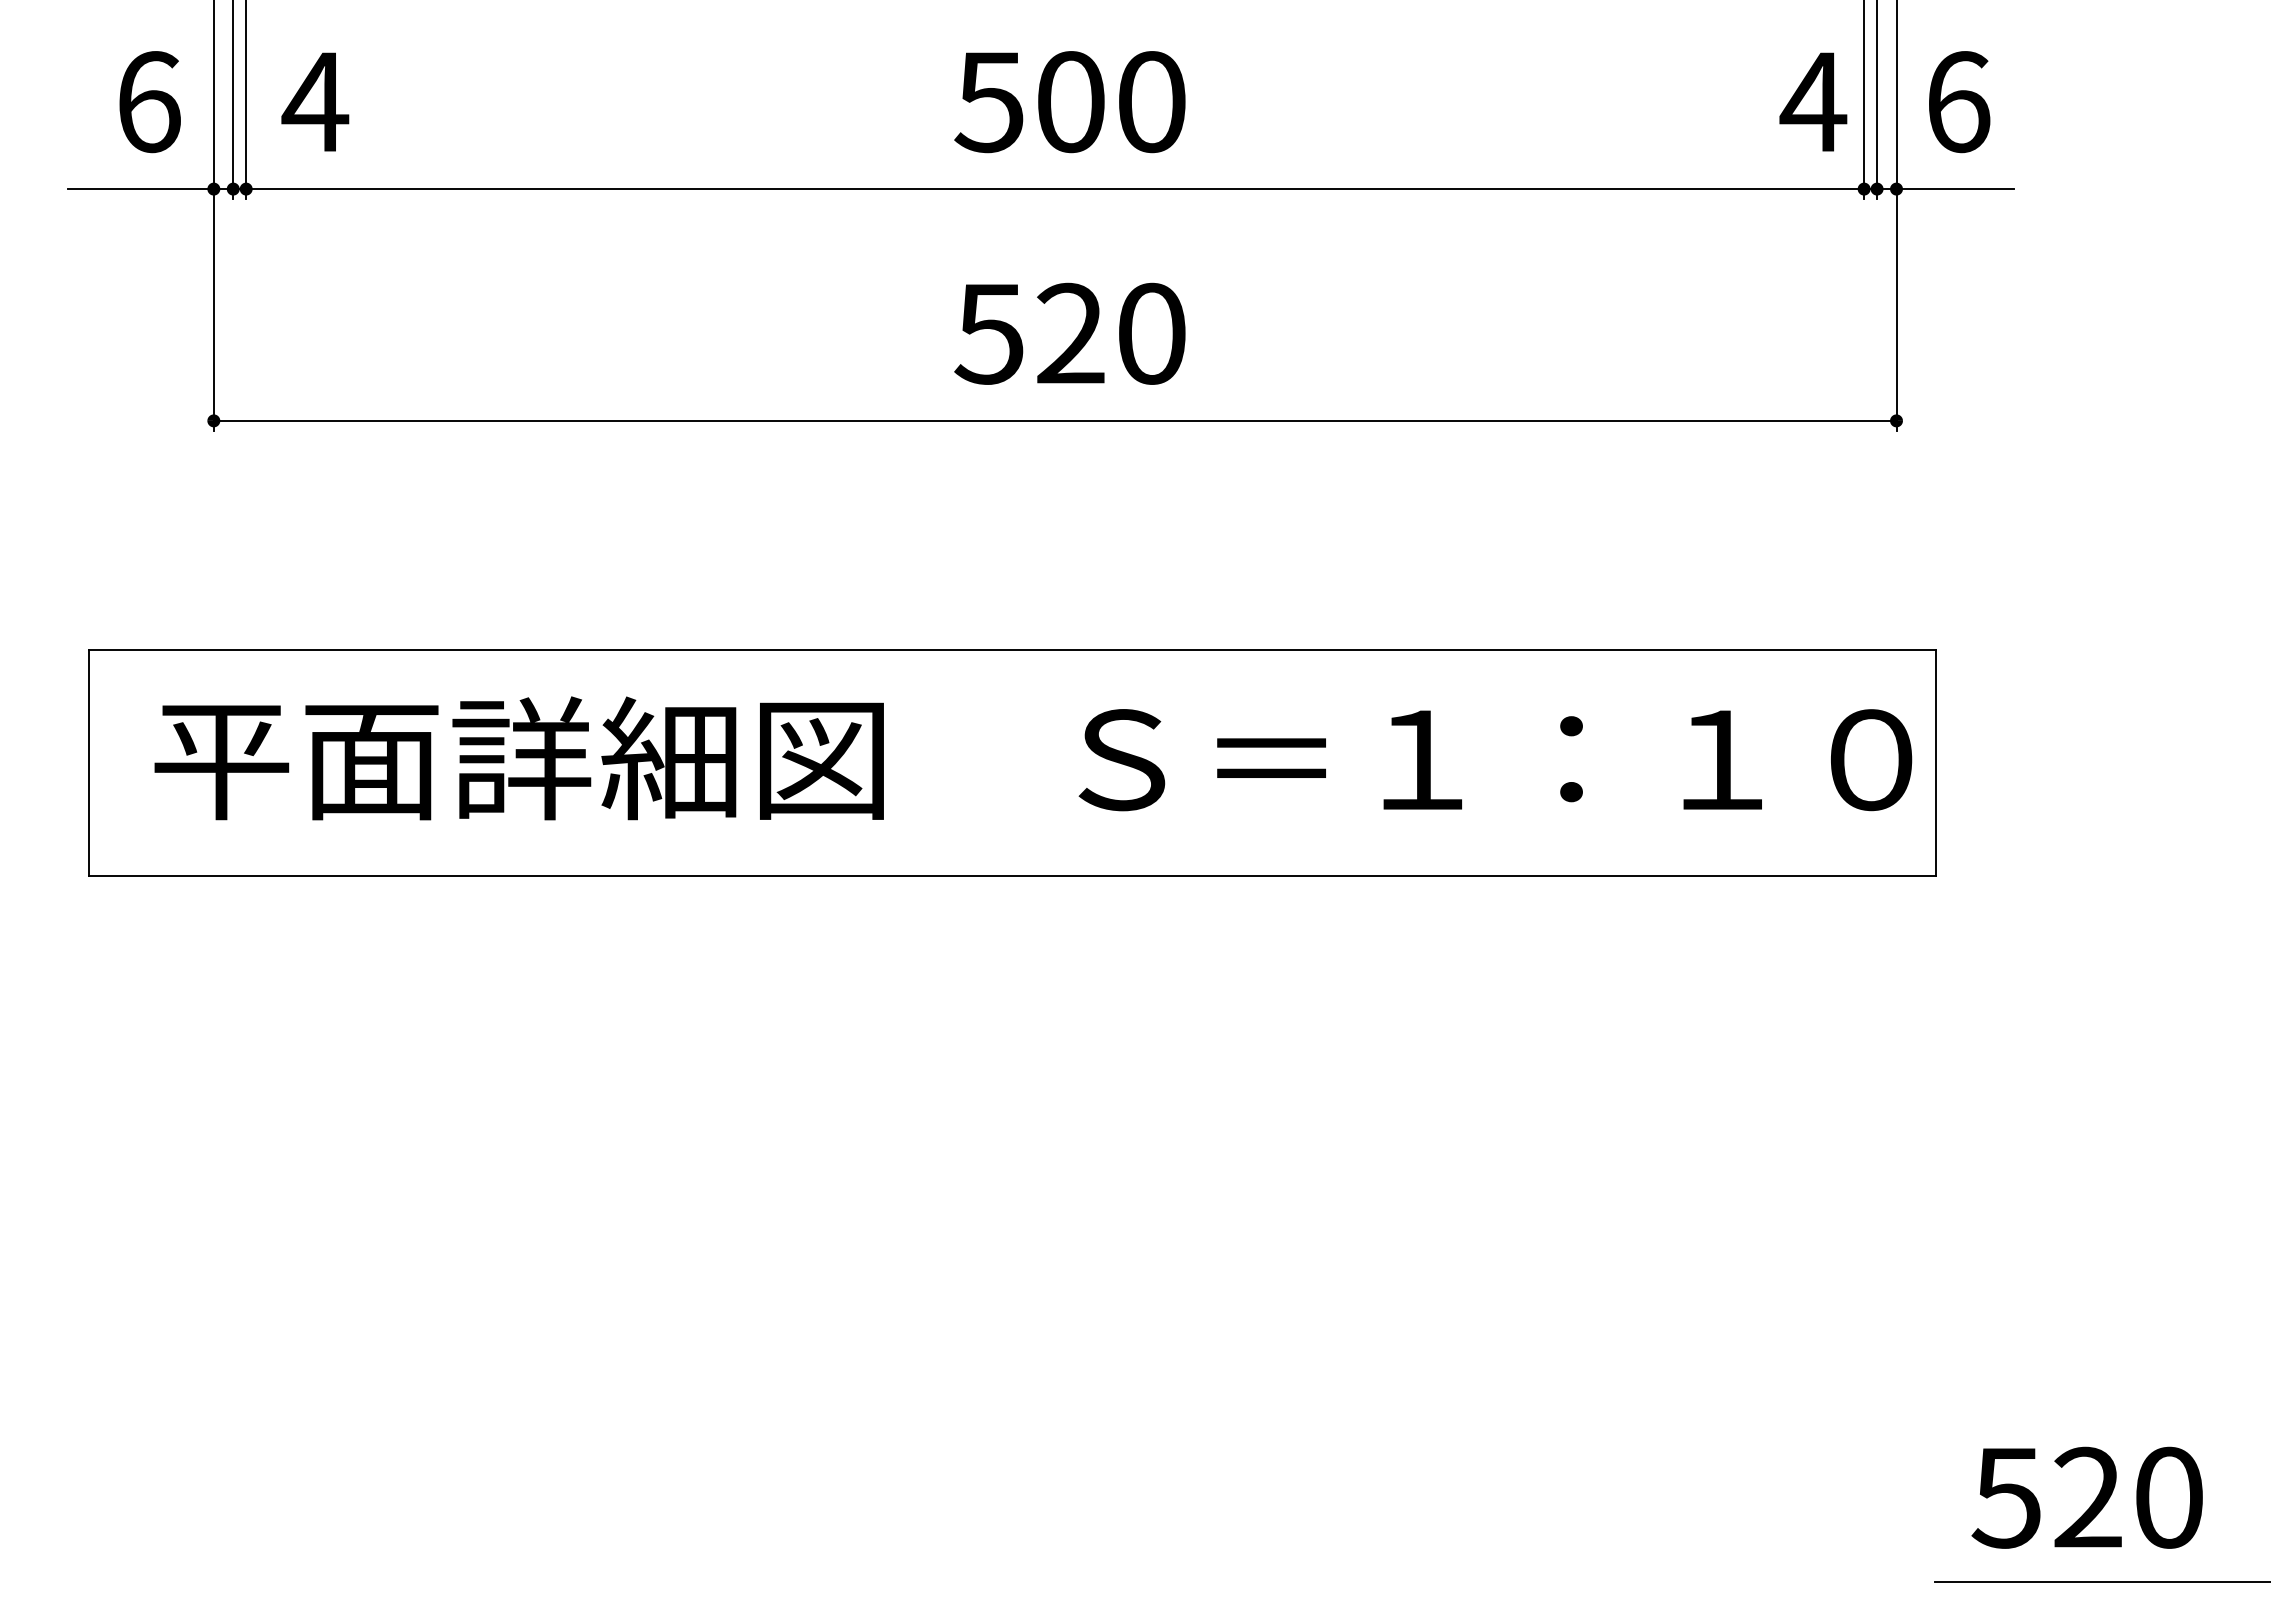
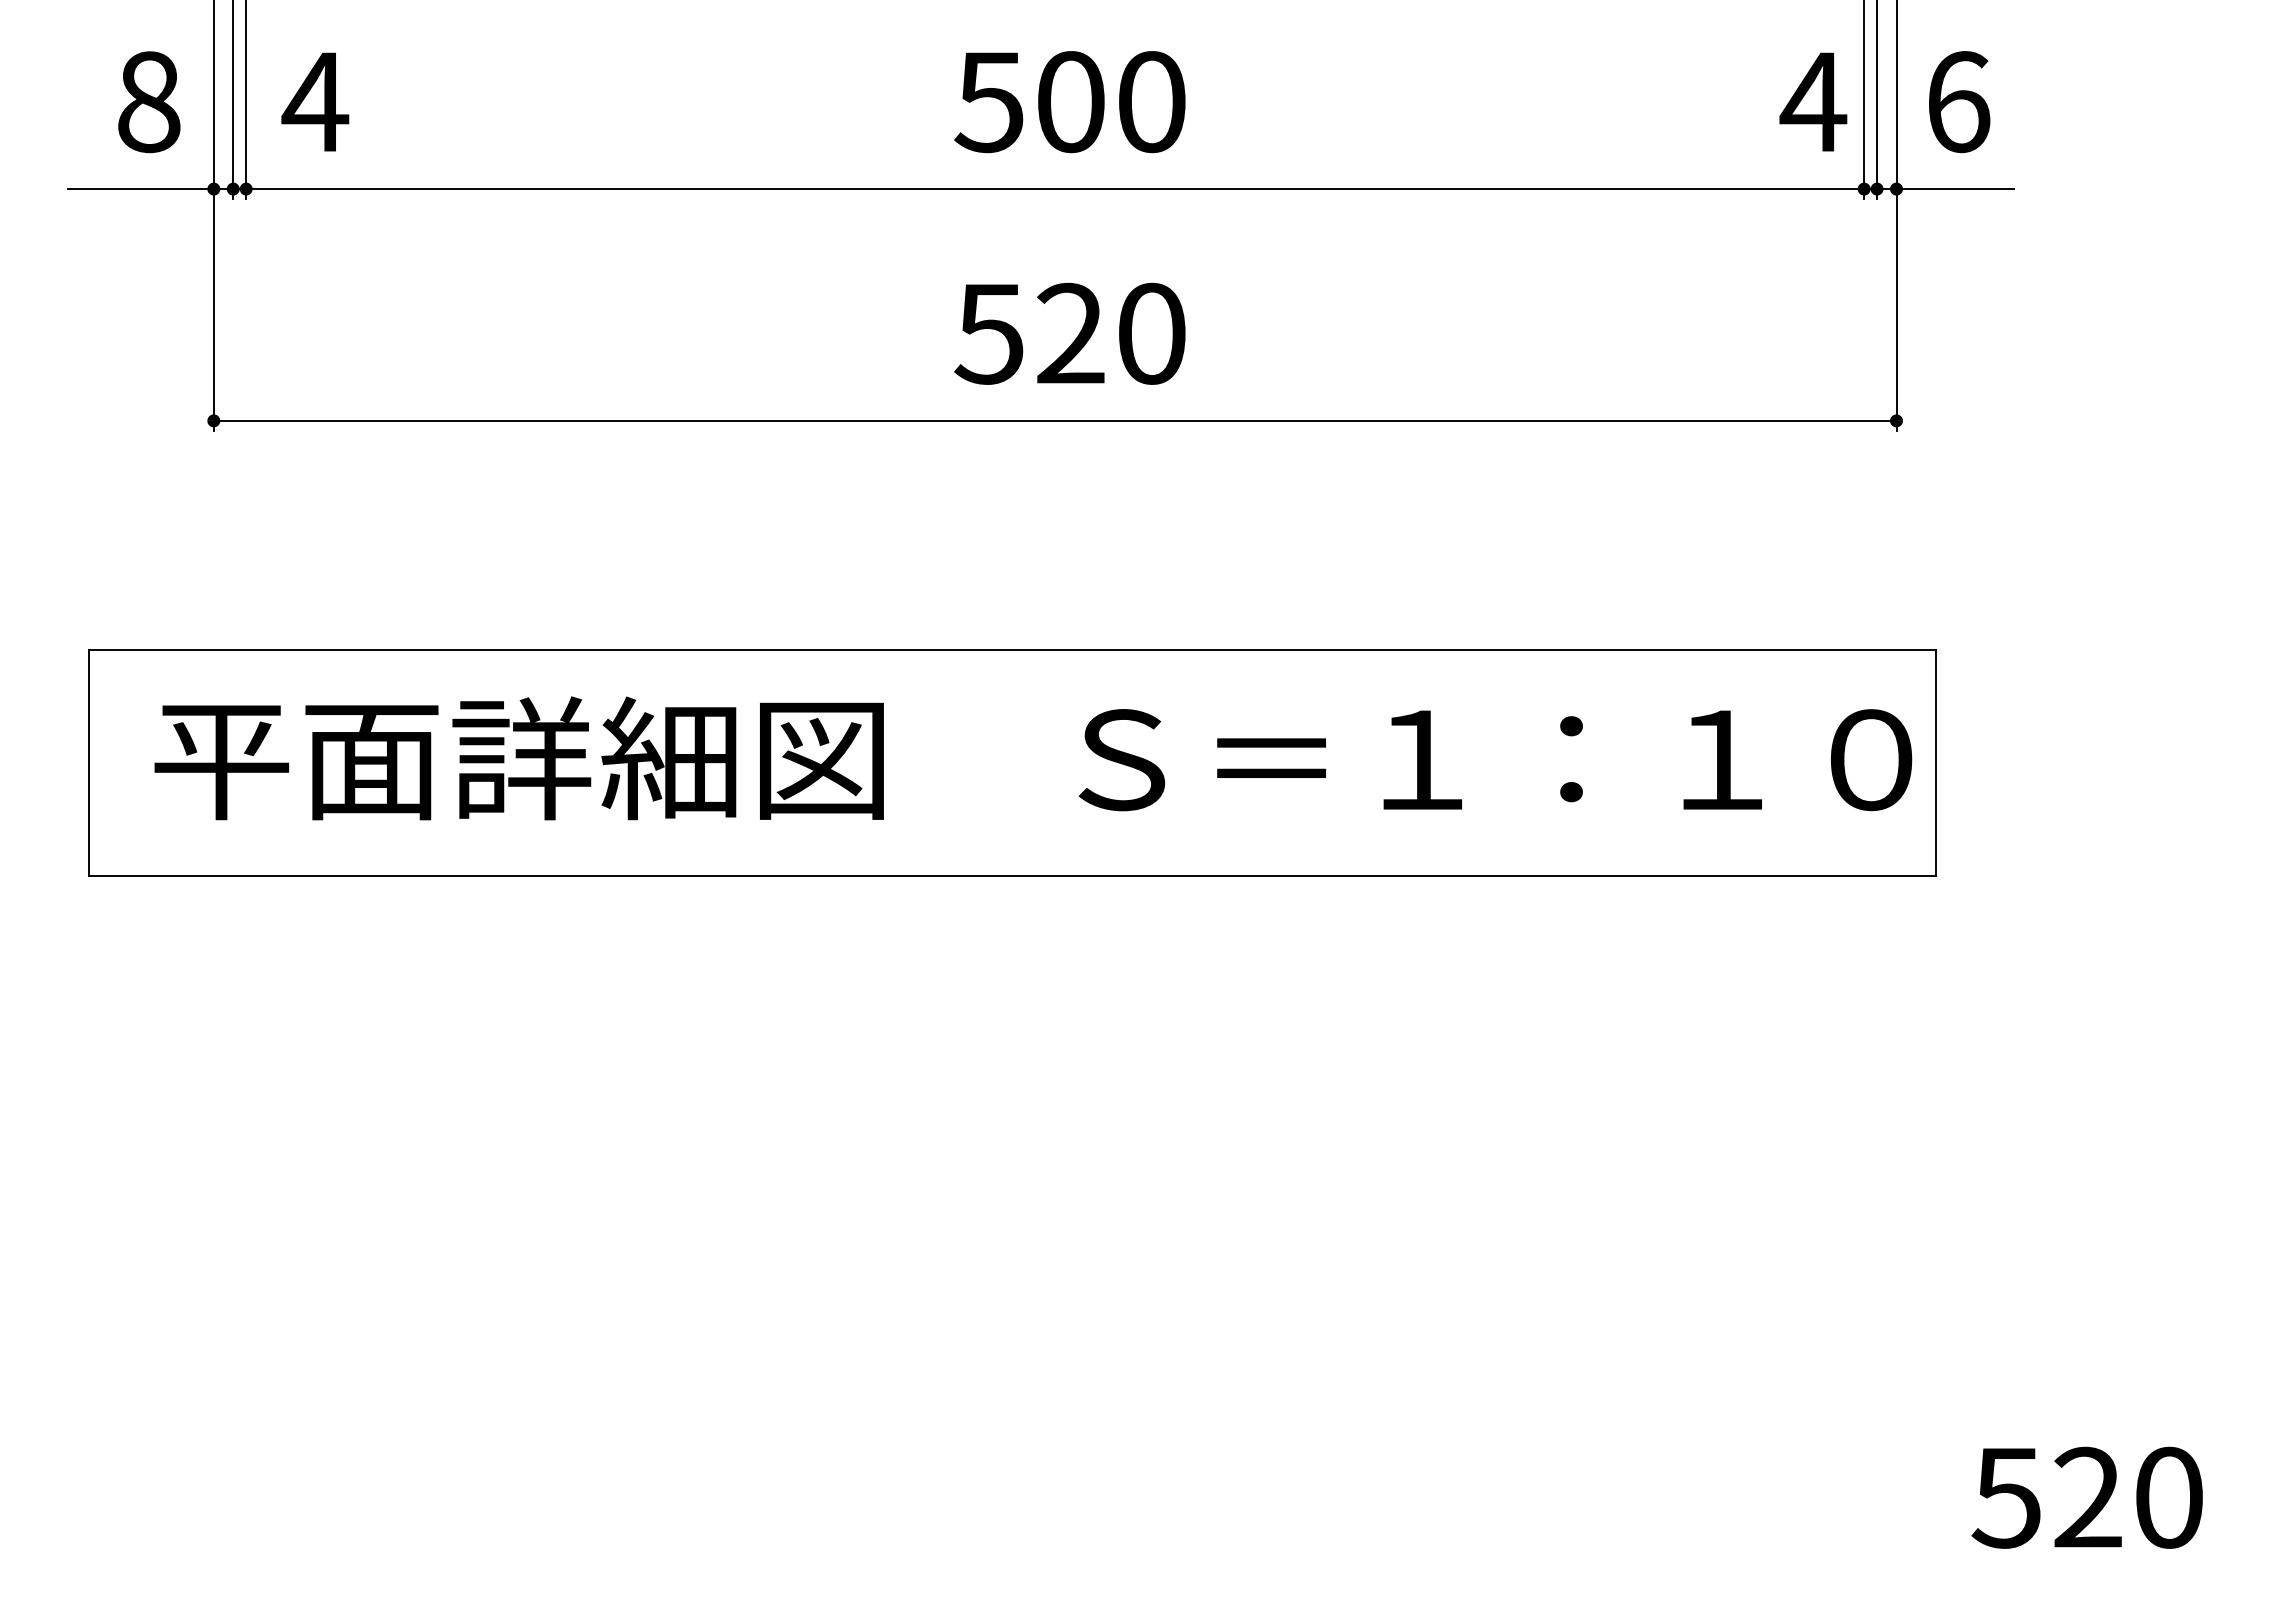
text at (149, 102): 6 -> 8
line at (2100, 1581): present -> none
